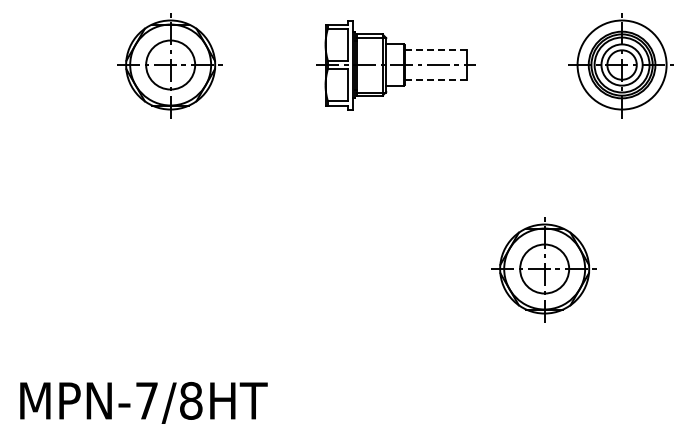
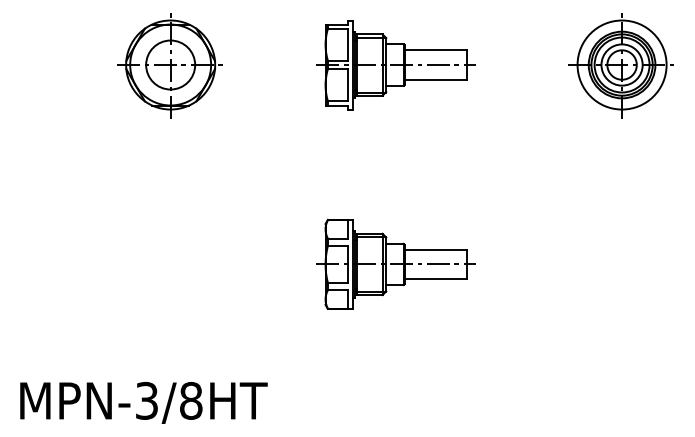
line at (435, 50): dashed -> solid
line at (436, 79): dashed -> solid
part at (395, 263): none -> present
part at (543, 269): present -> none
text at (146, 400): MPN-7/8HT -> MPN-3/8HT
